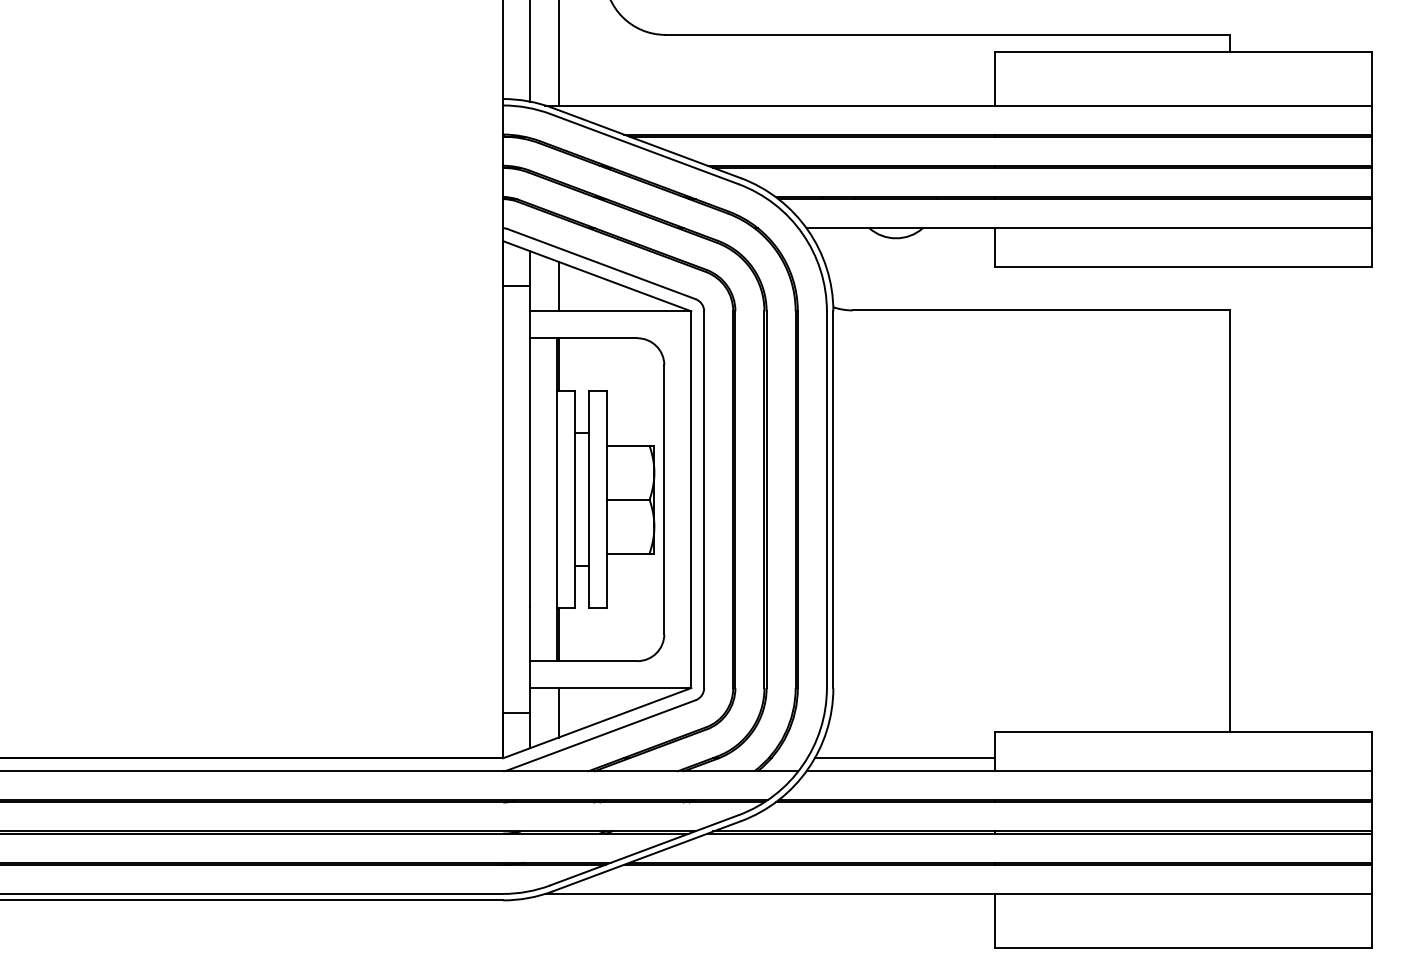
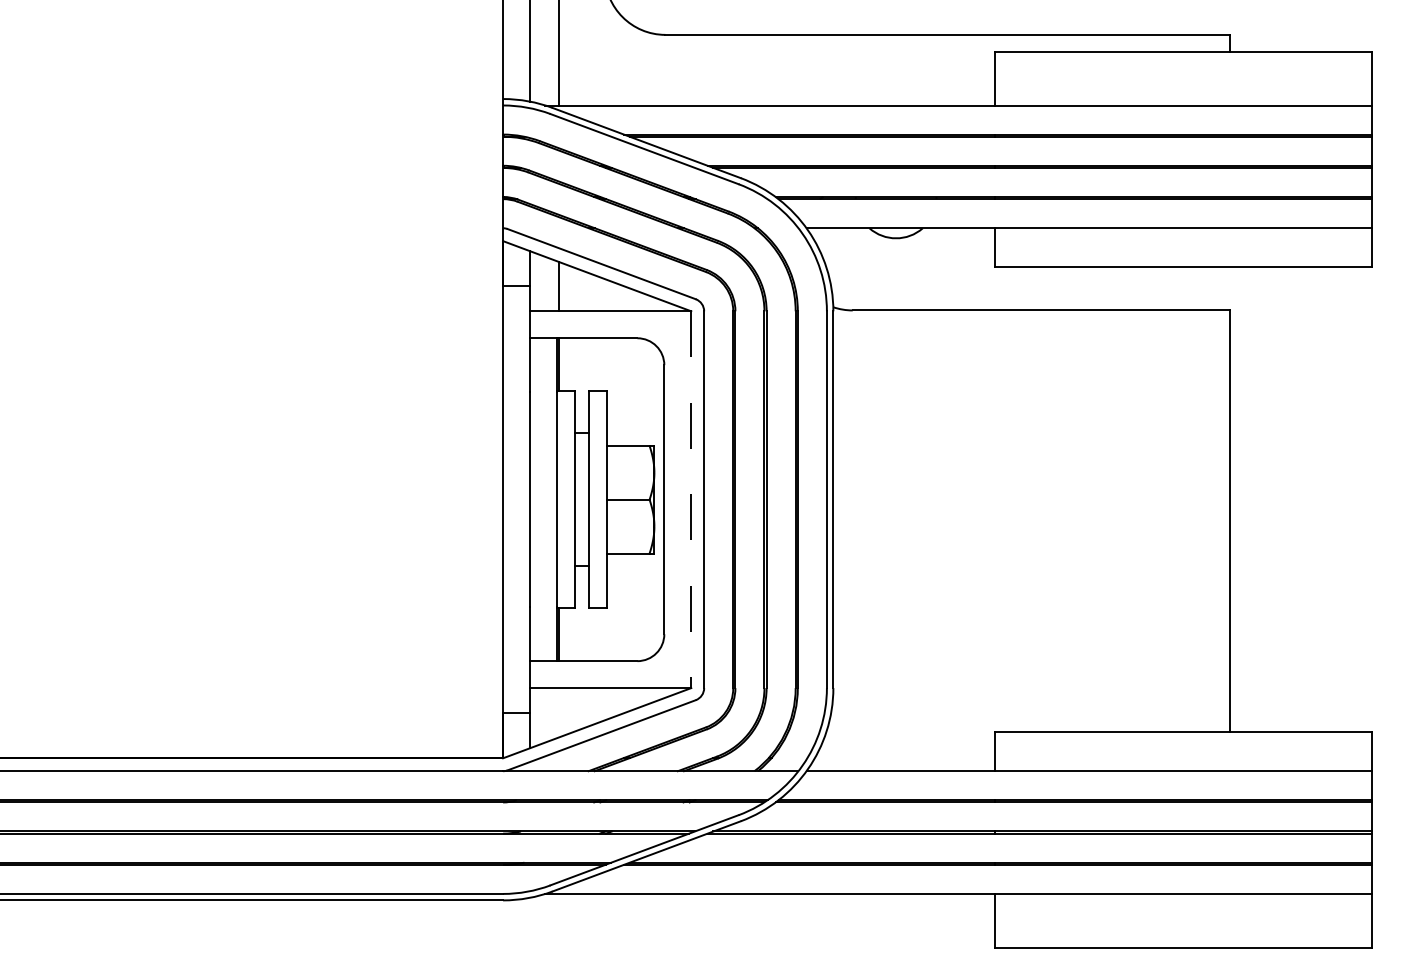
line at (691, 500): solid -> dashed
line at (558, 712): present -> none
line at (904, 758): present -> none
